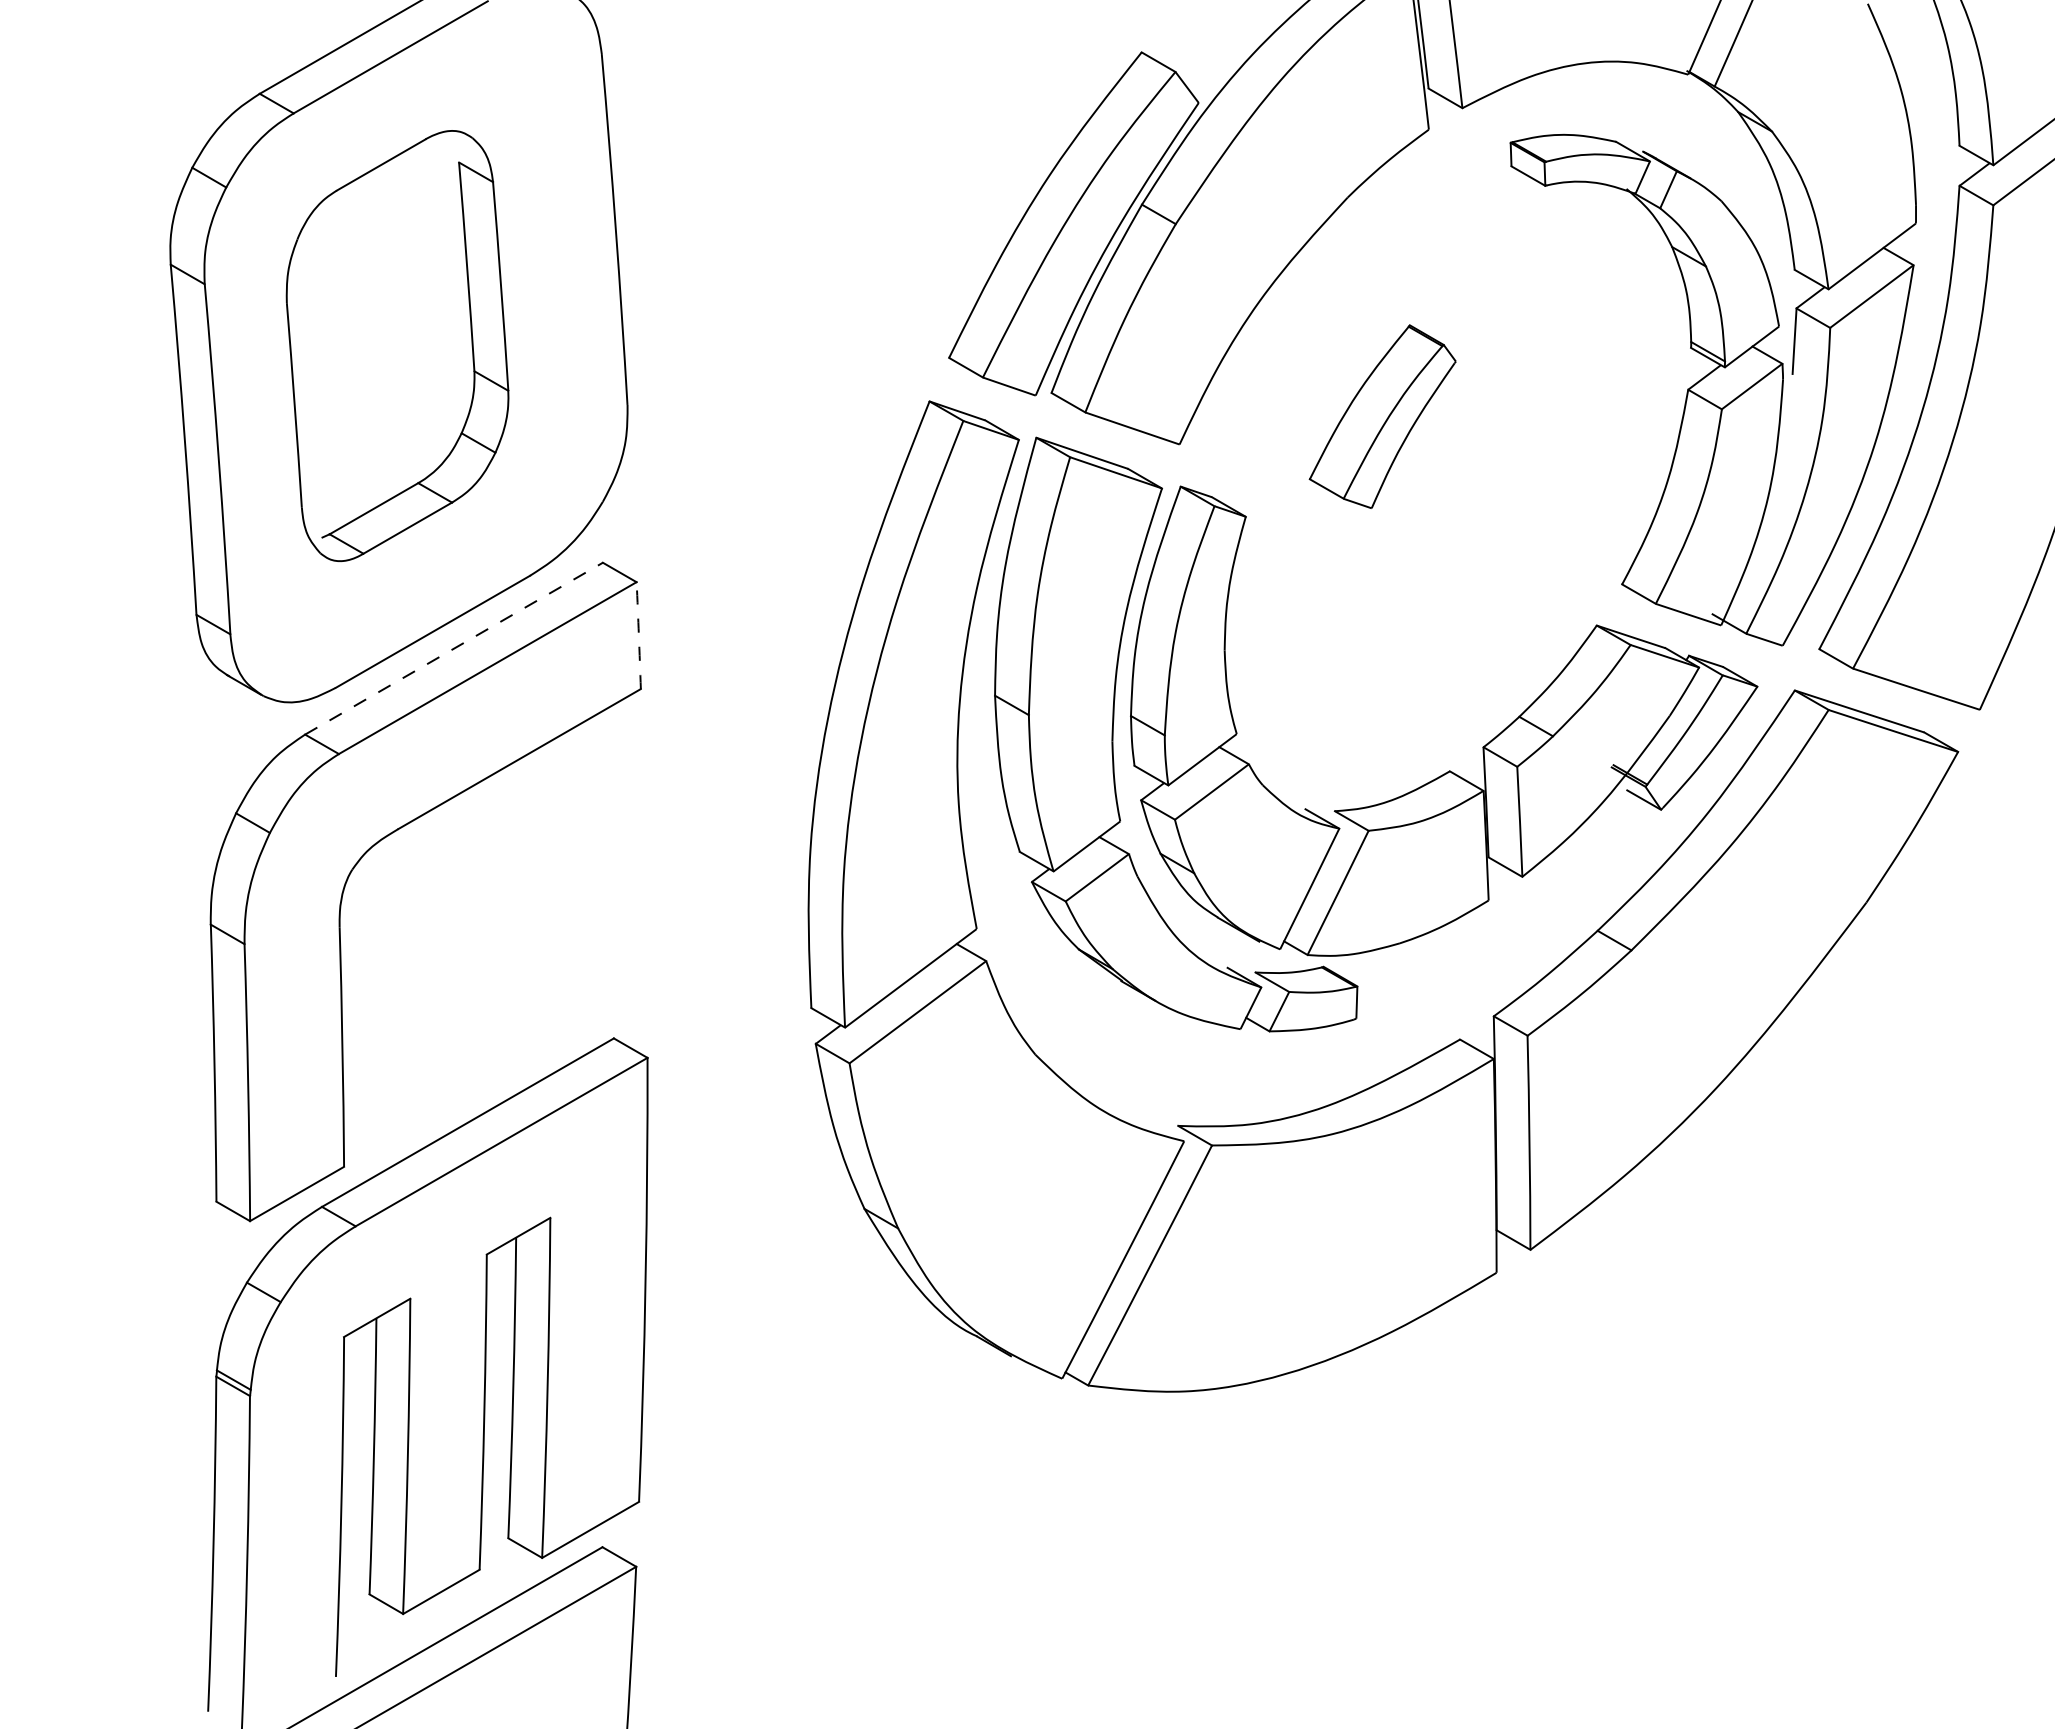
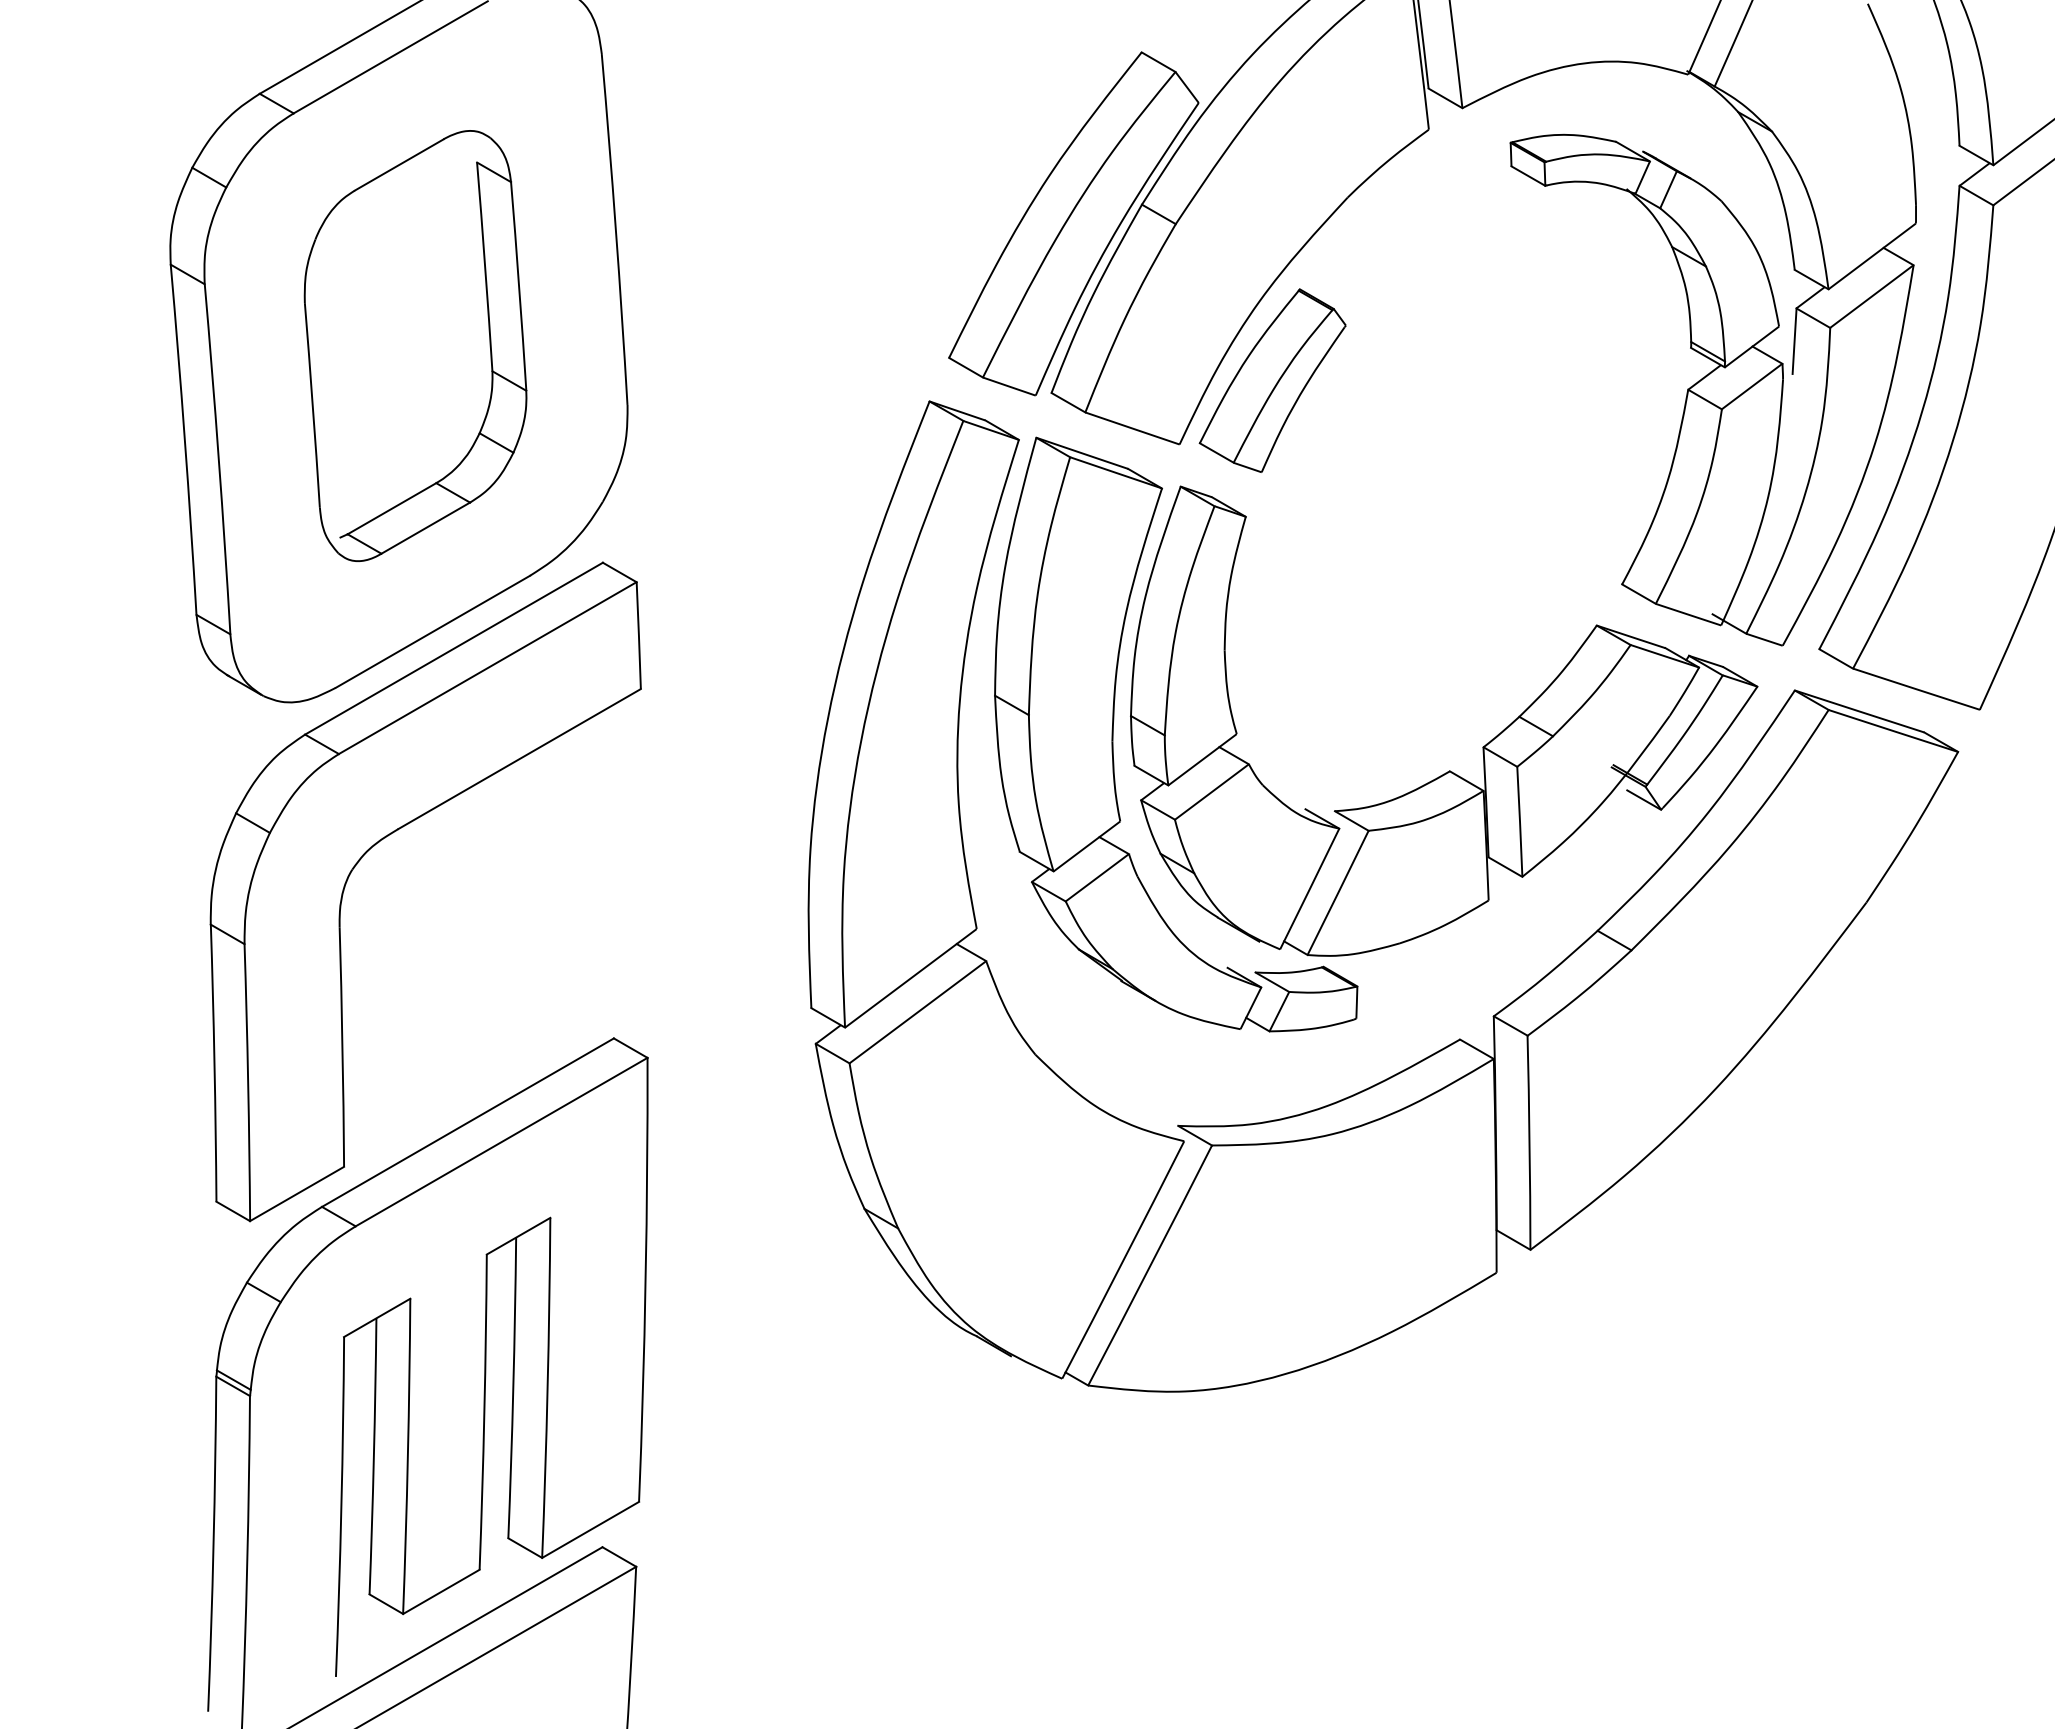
part at (397, 345) position: (397, 345) -> (415, 345)
part at (1382, 416) position: (1382, 416) -> (1272, 380)
arc at (638, 635): dashed -> solid
line at (454, 648): dashed -> solid
